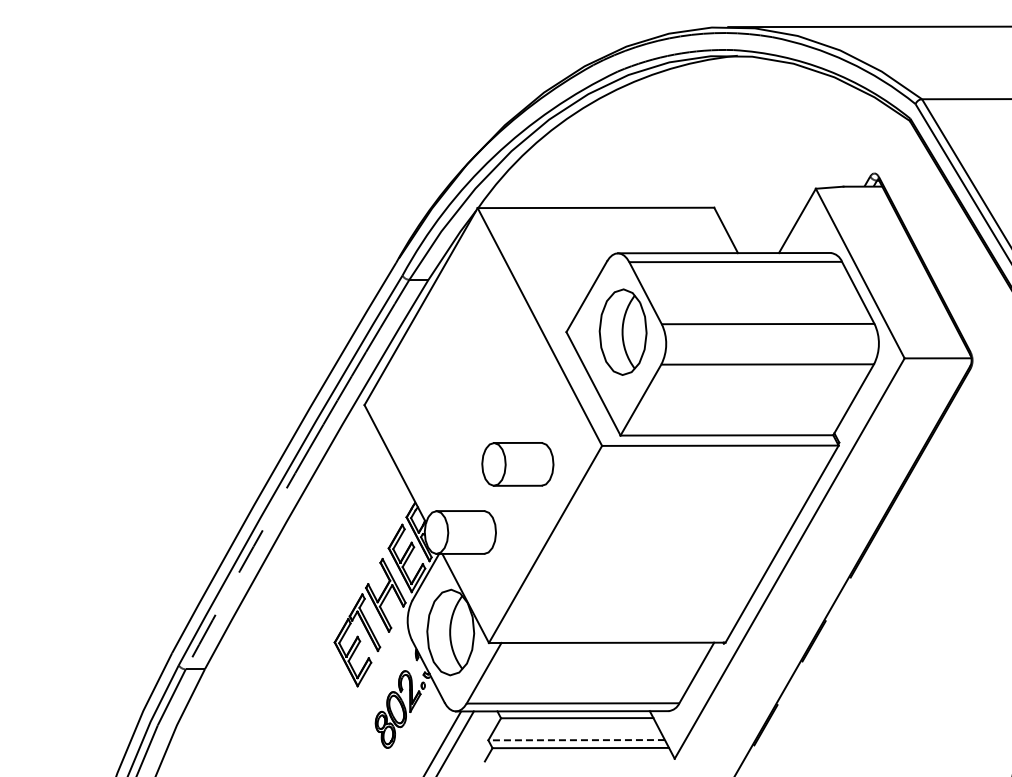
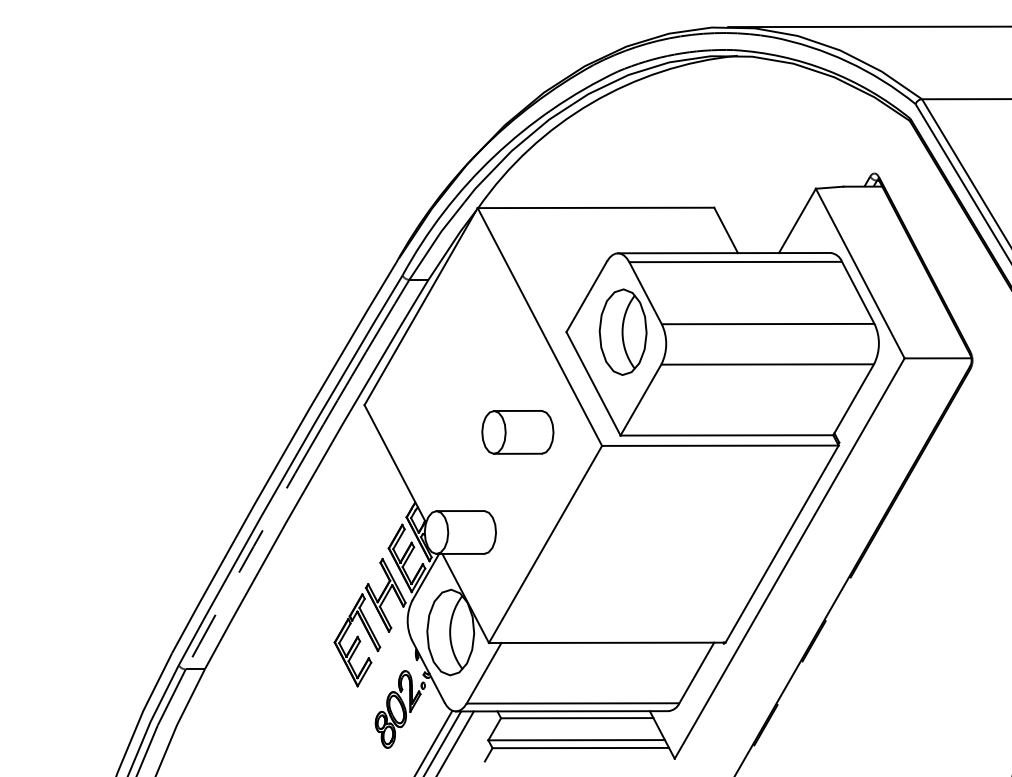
part at (517, 464) position: (517, 464) -> (517, 432)
line at (576, 740): dashed -> solid
line at (434, 741): none -> present
